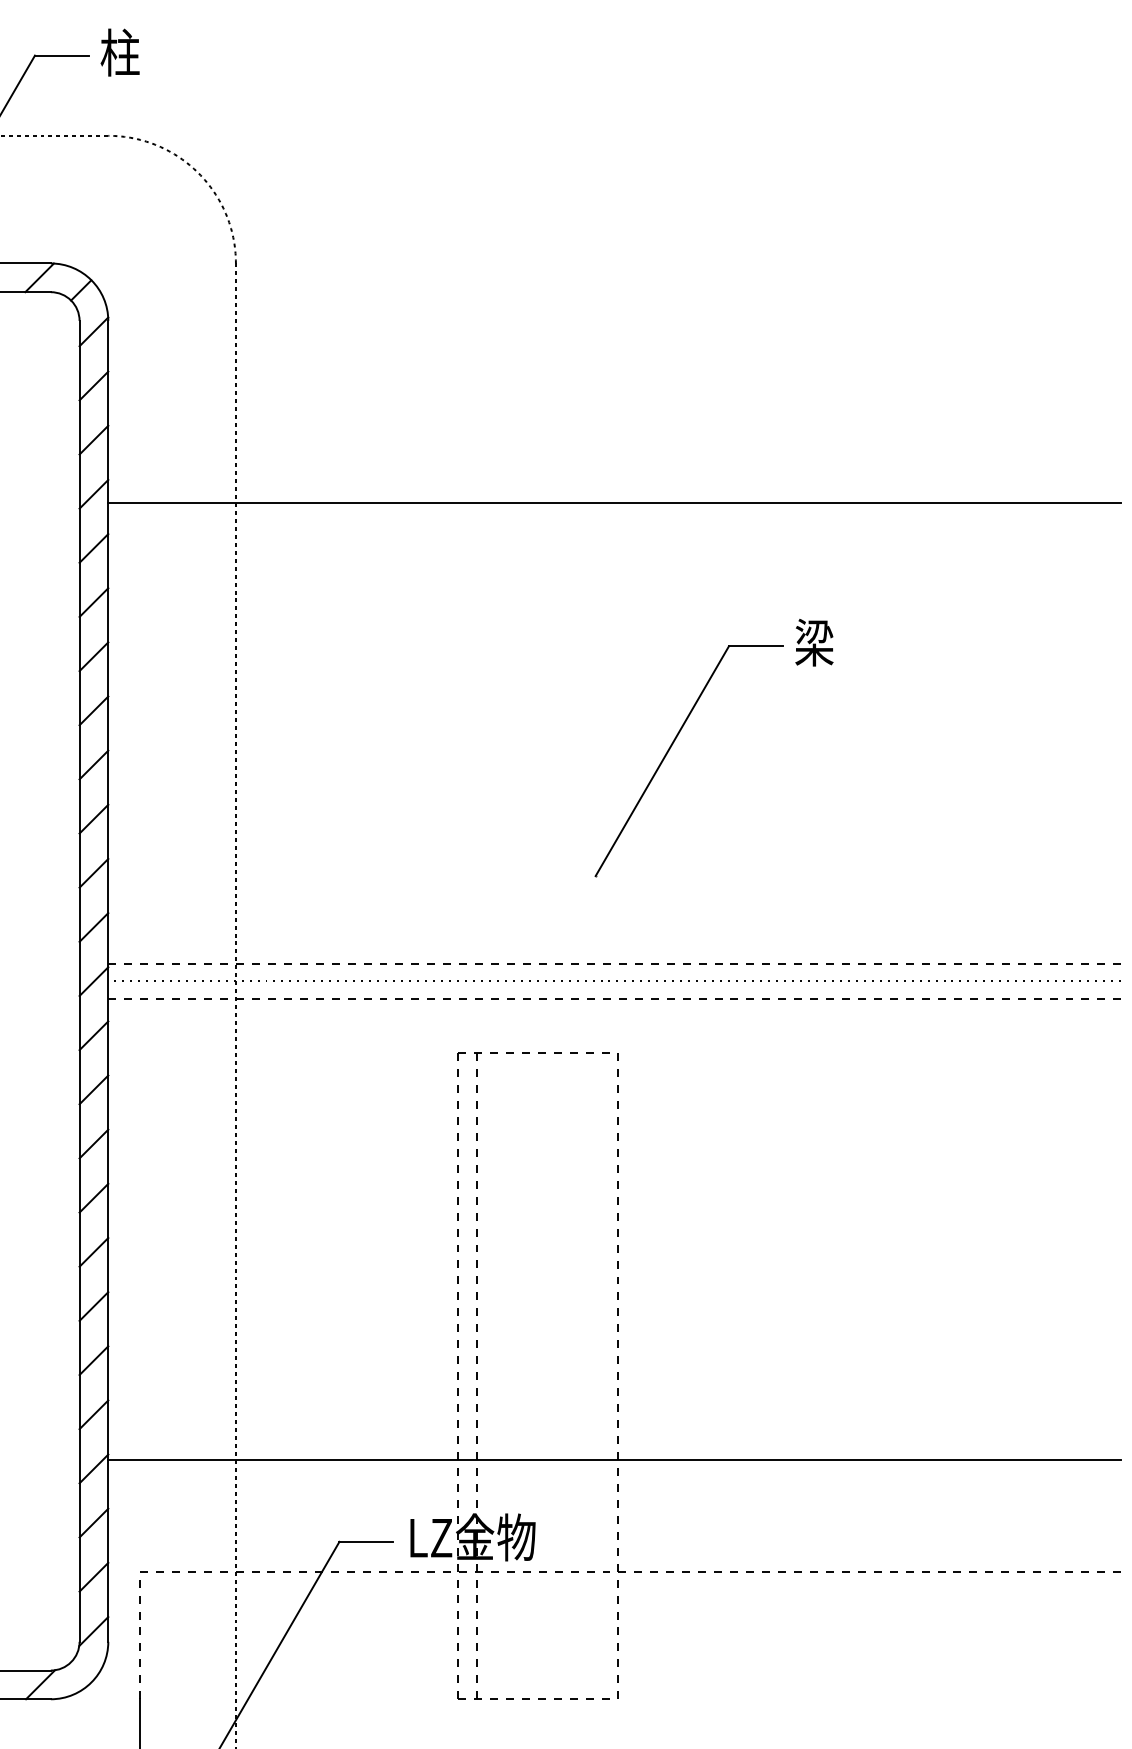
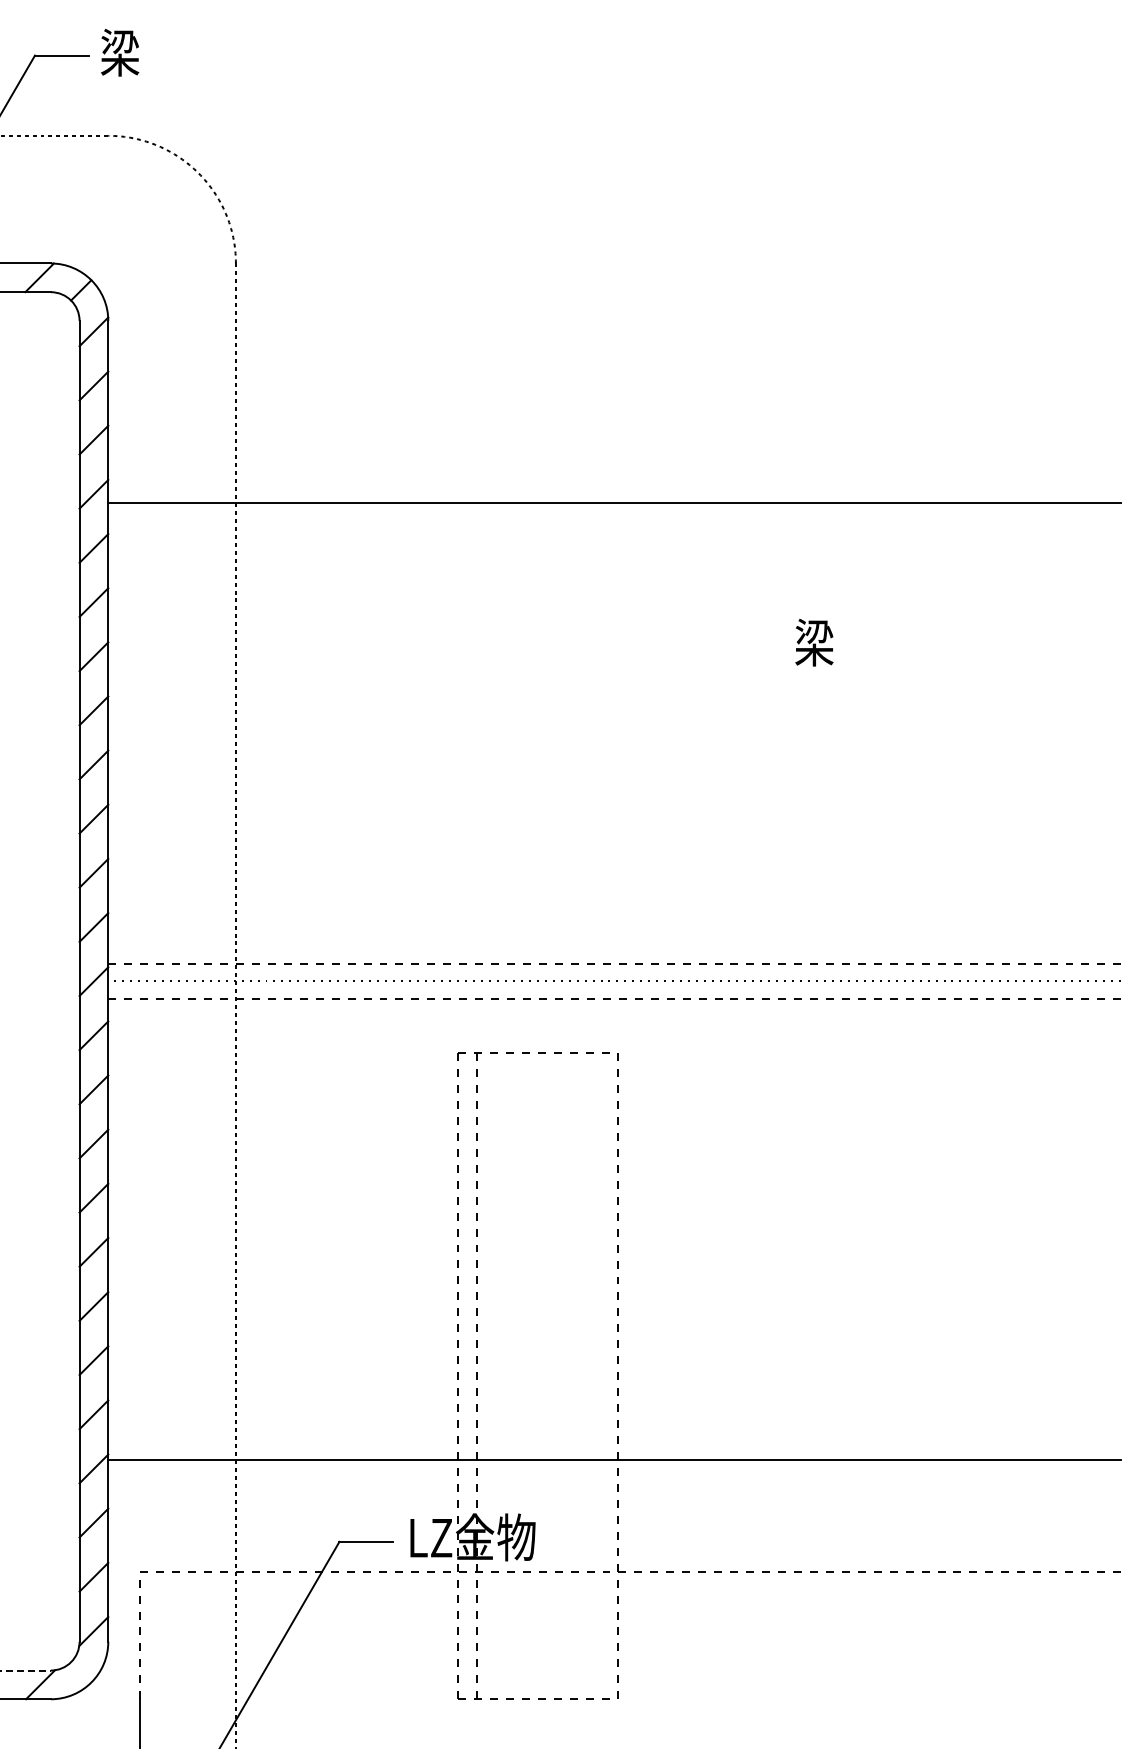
text at (119, 52): 柱 -> 梁
part at (670, 749): present -> none
line at (25, 1670): solid -> dashed
